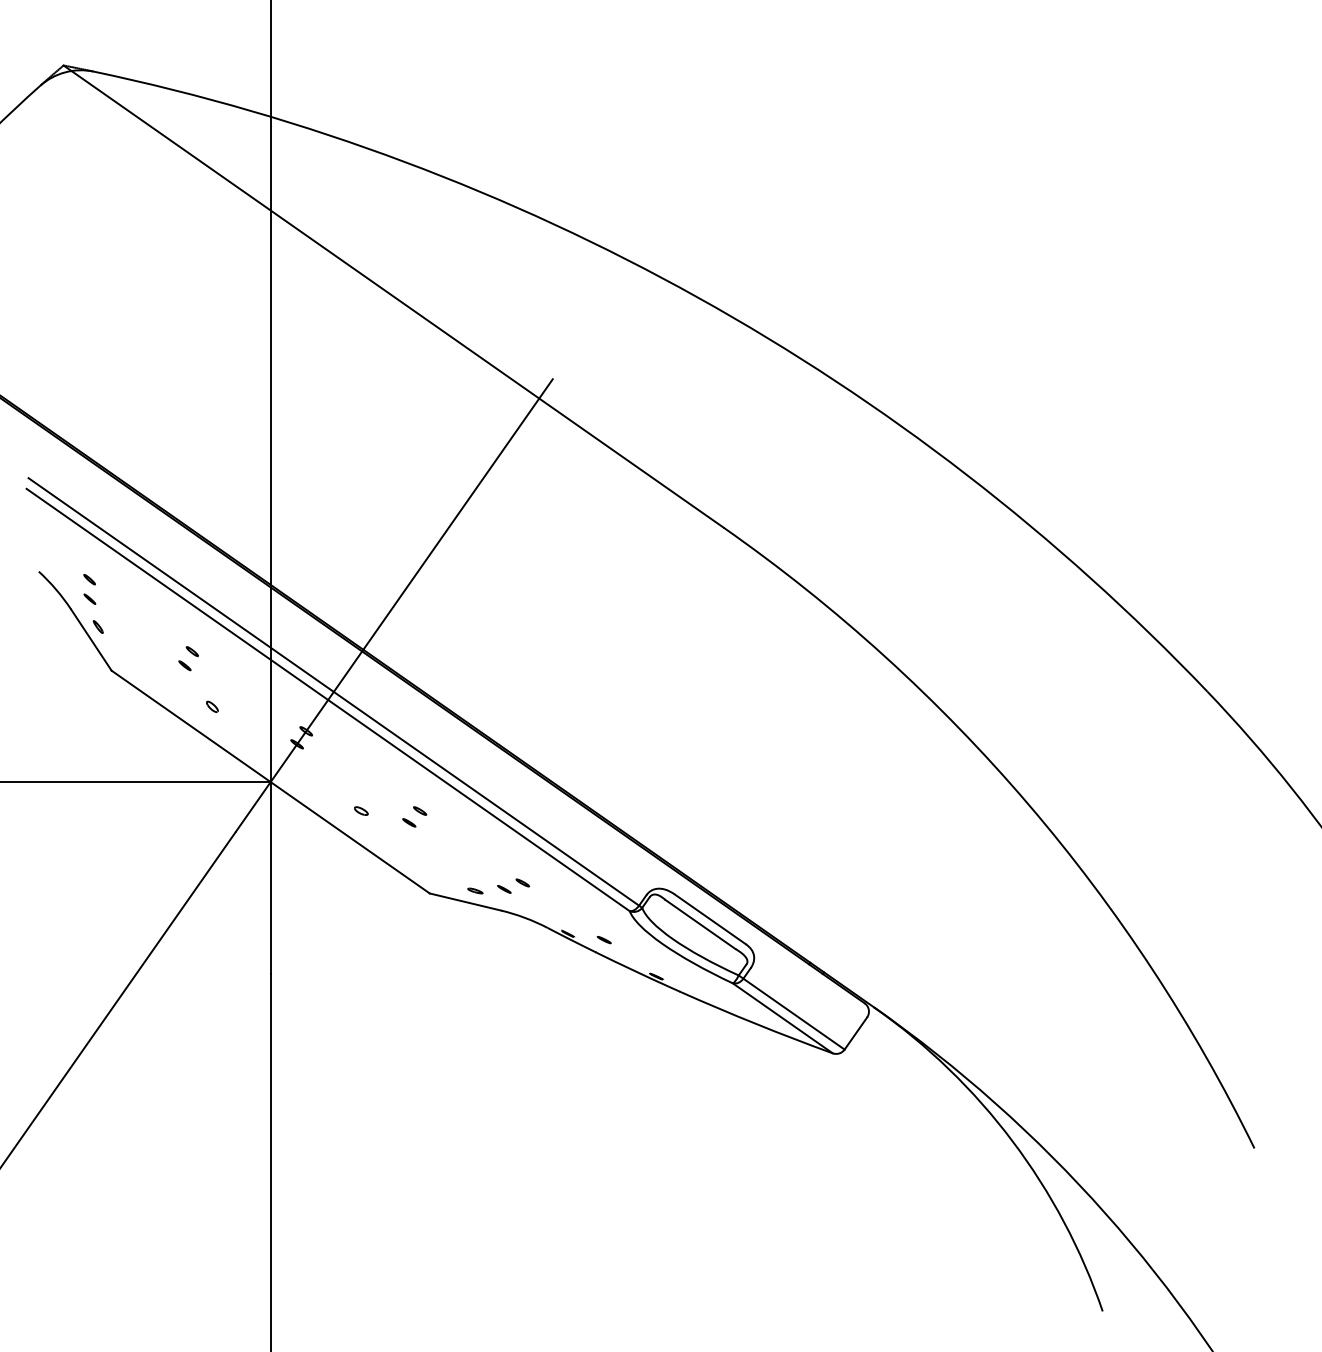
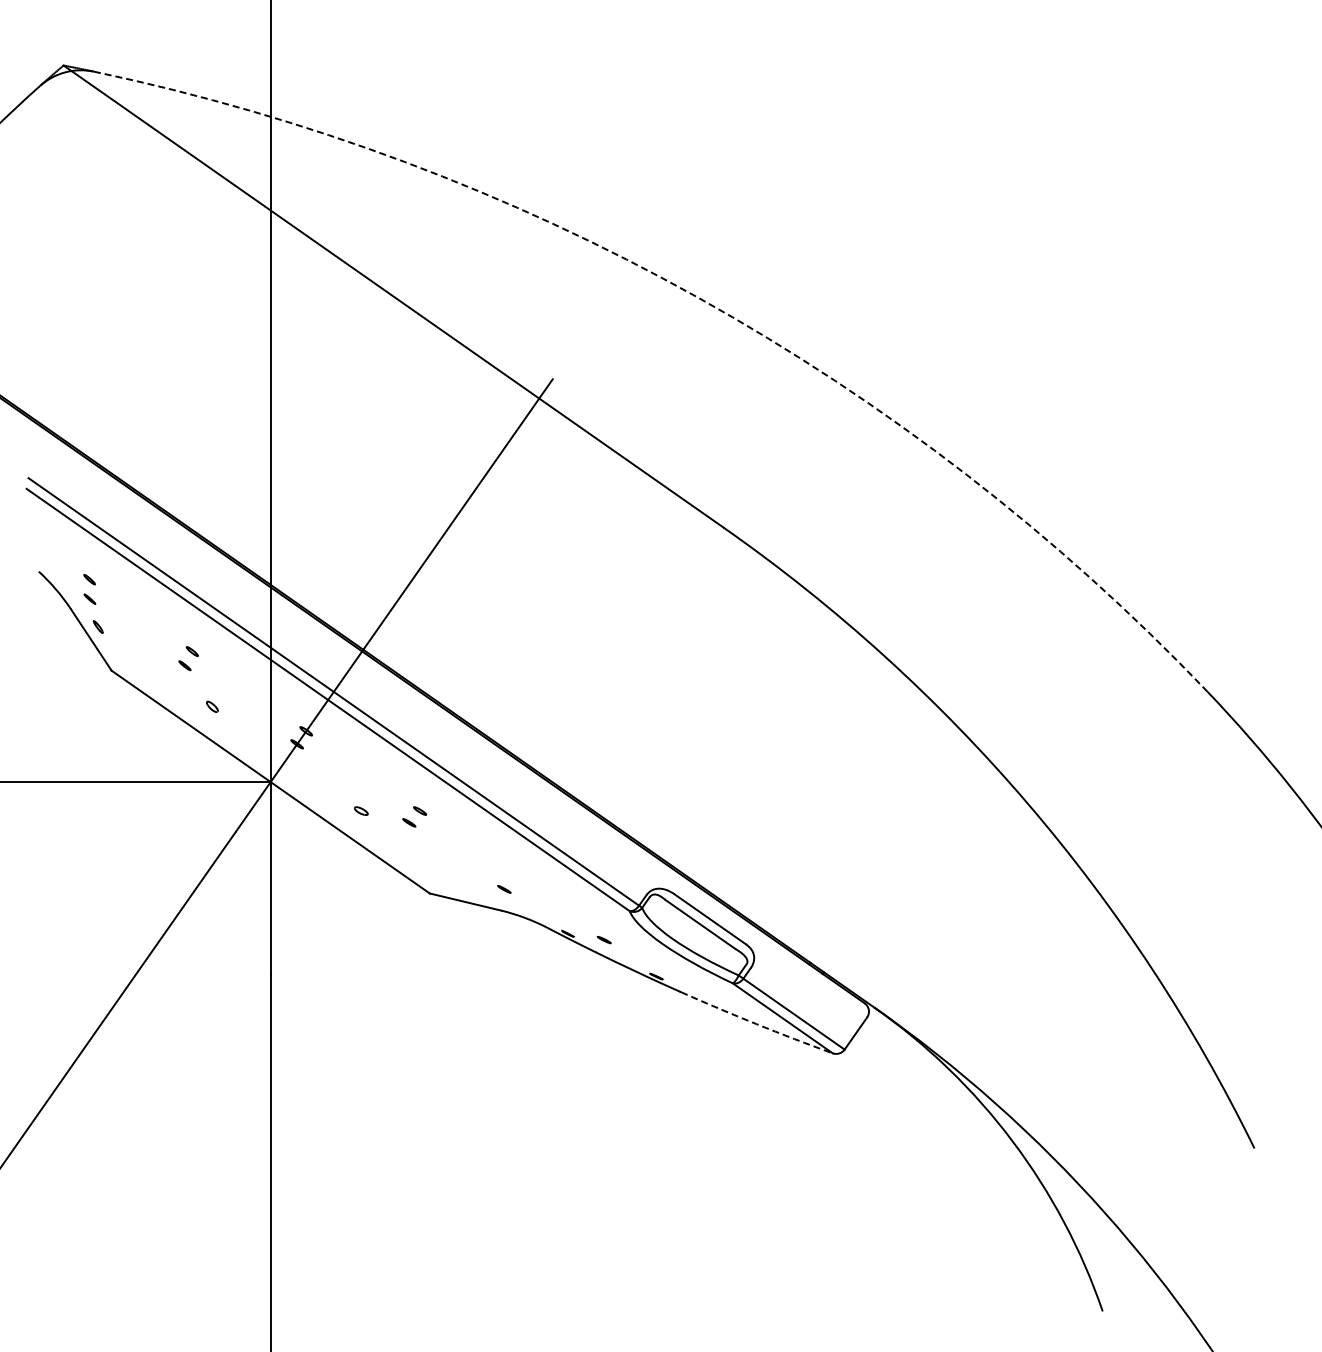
arc at (697, 297): solid -> dashed
part at (522, 882): present -> none
part at (475, 890): present -> none
arc at (756, 1024): solid -> dashed
